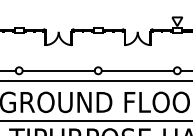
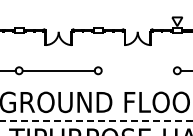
line at (137, 71): present -> none
line at (95, 80): present -> none
line at (96, 120): solid -> dashed
